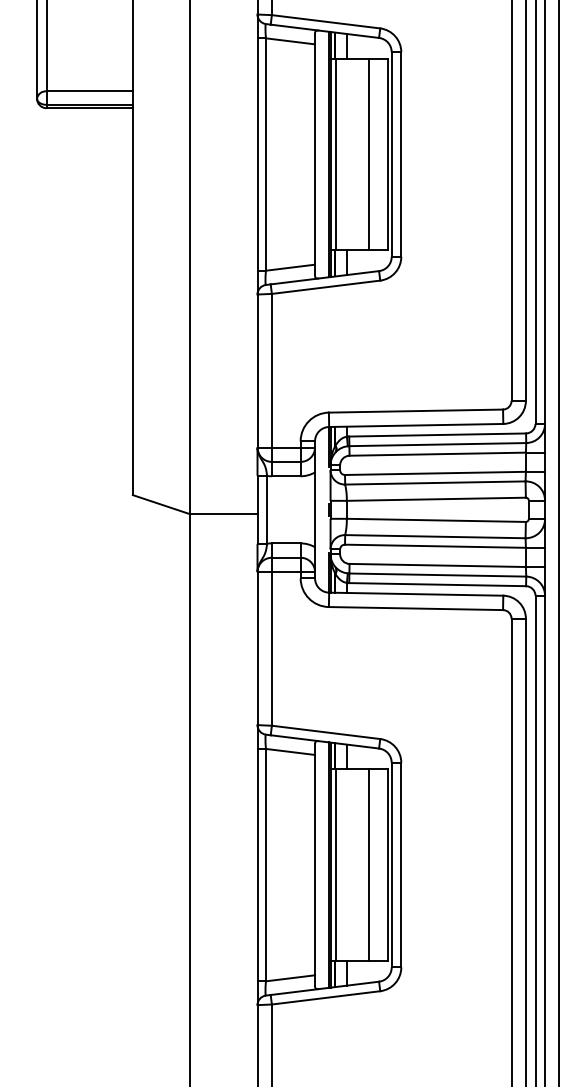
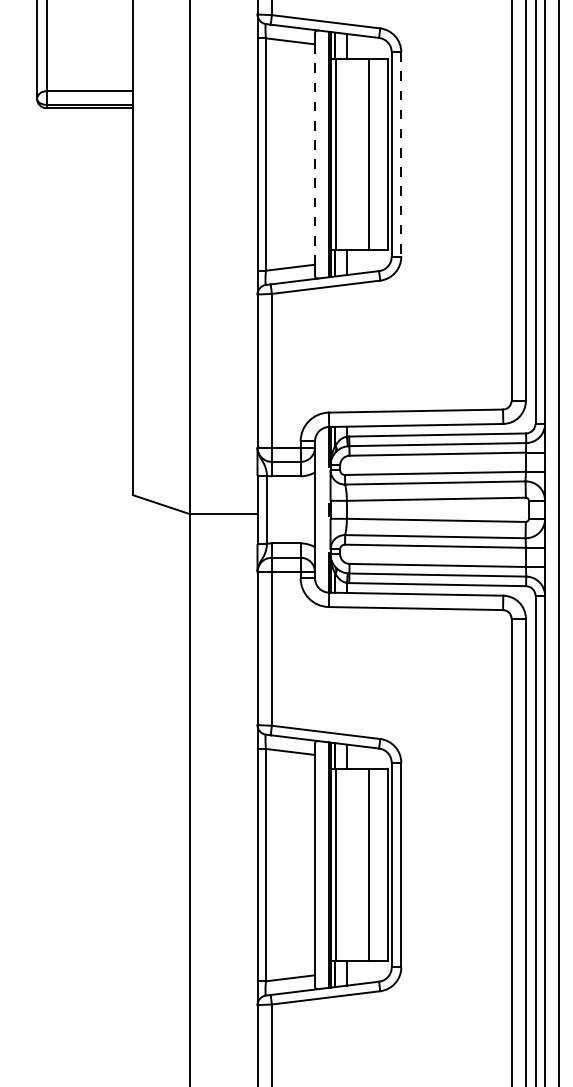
line at (315, 154): solid -> dashed
line at (401, 155): solid -> dashed
